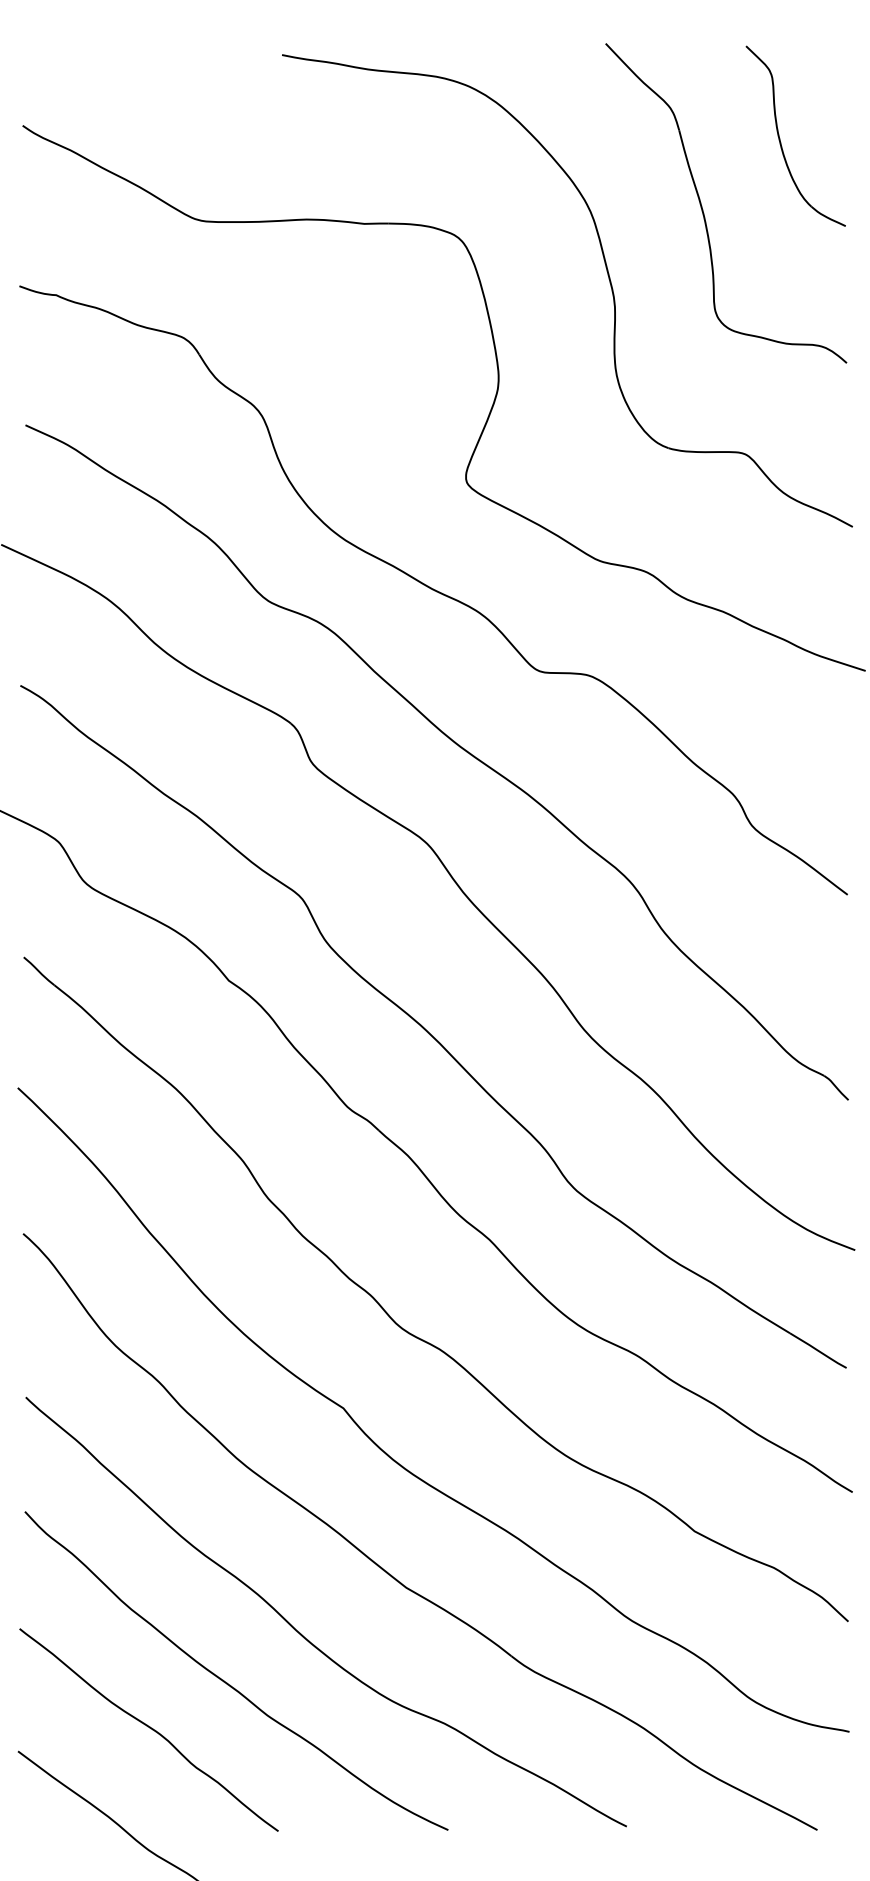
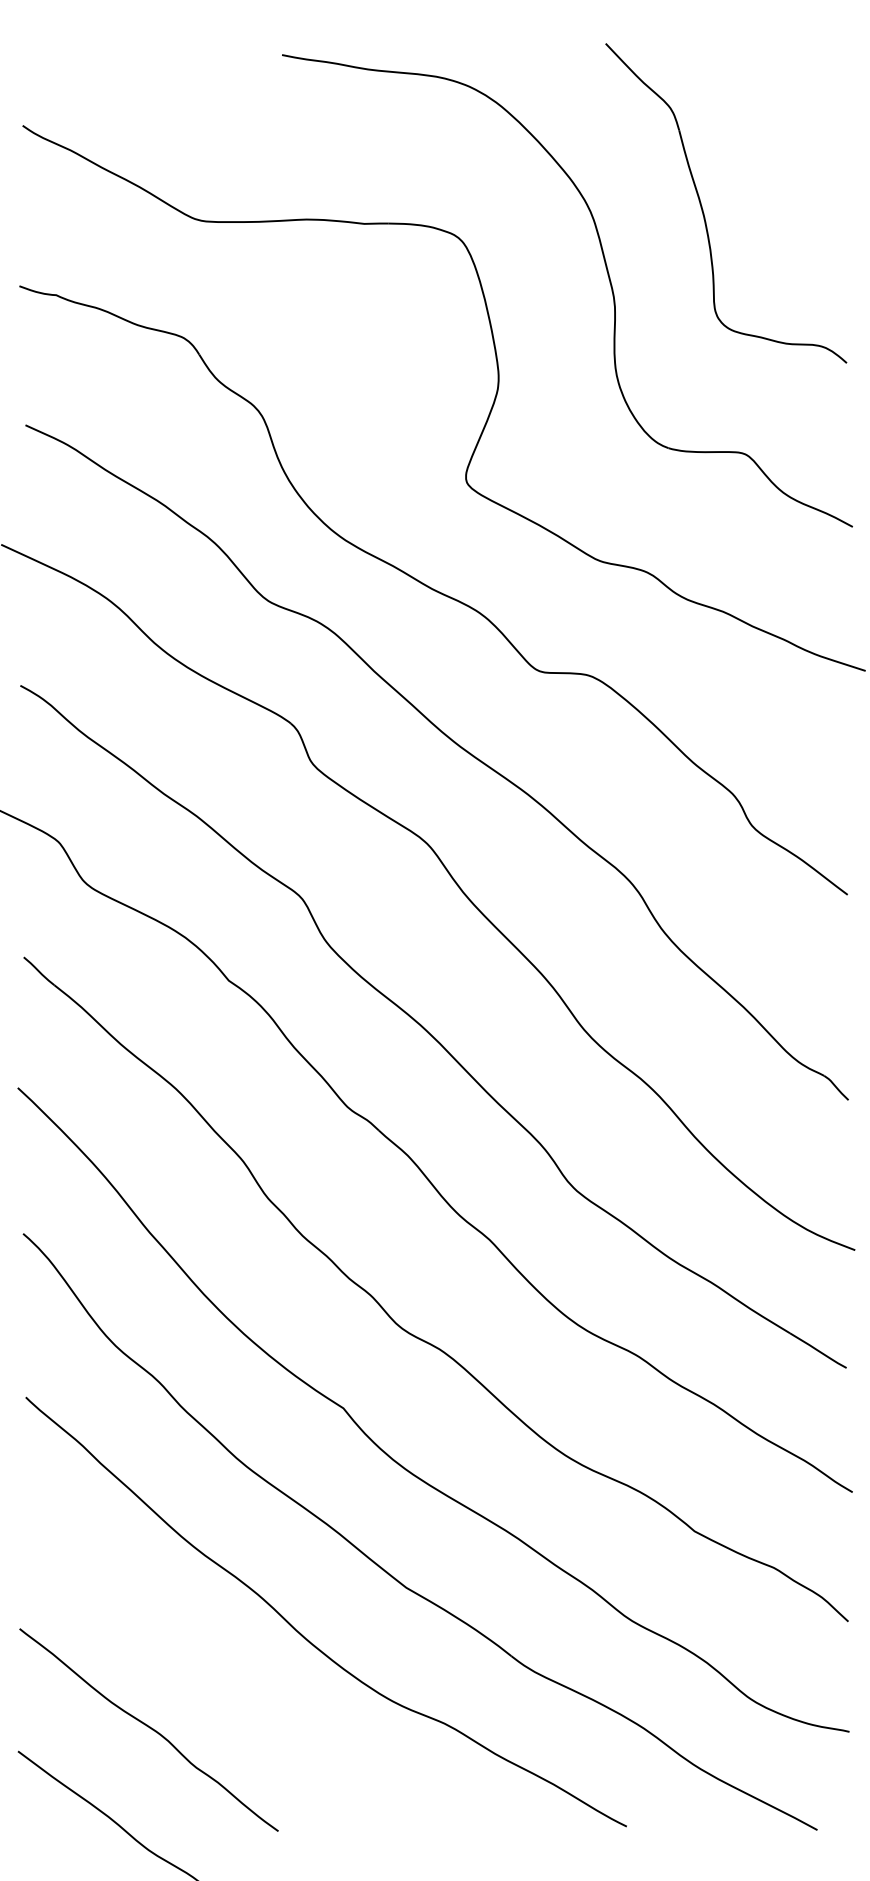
part at (780, 138): present -> none
curve at (227, 1682): present -> none
